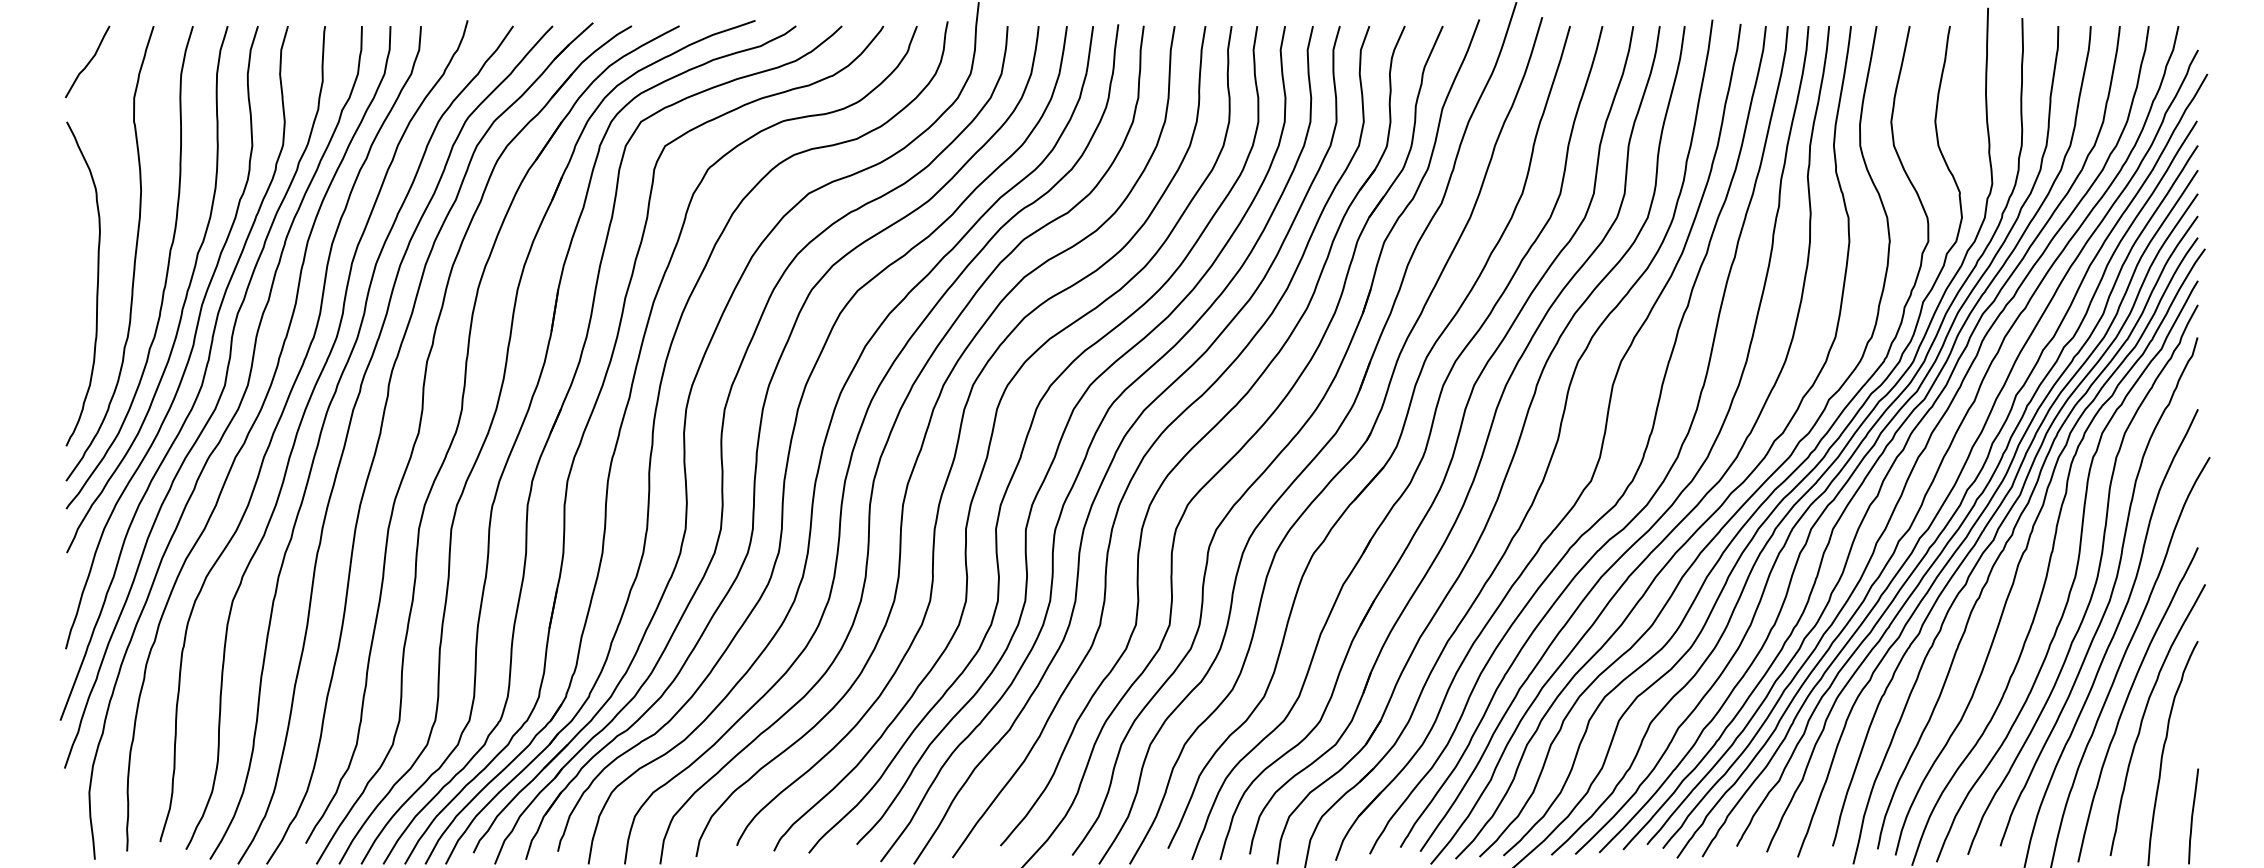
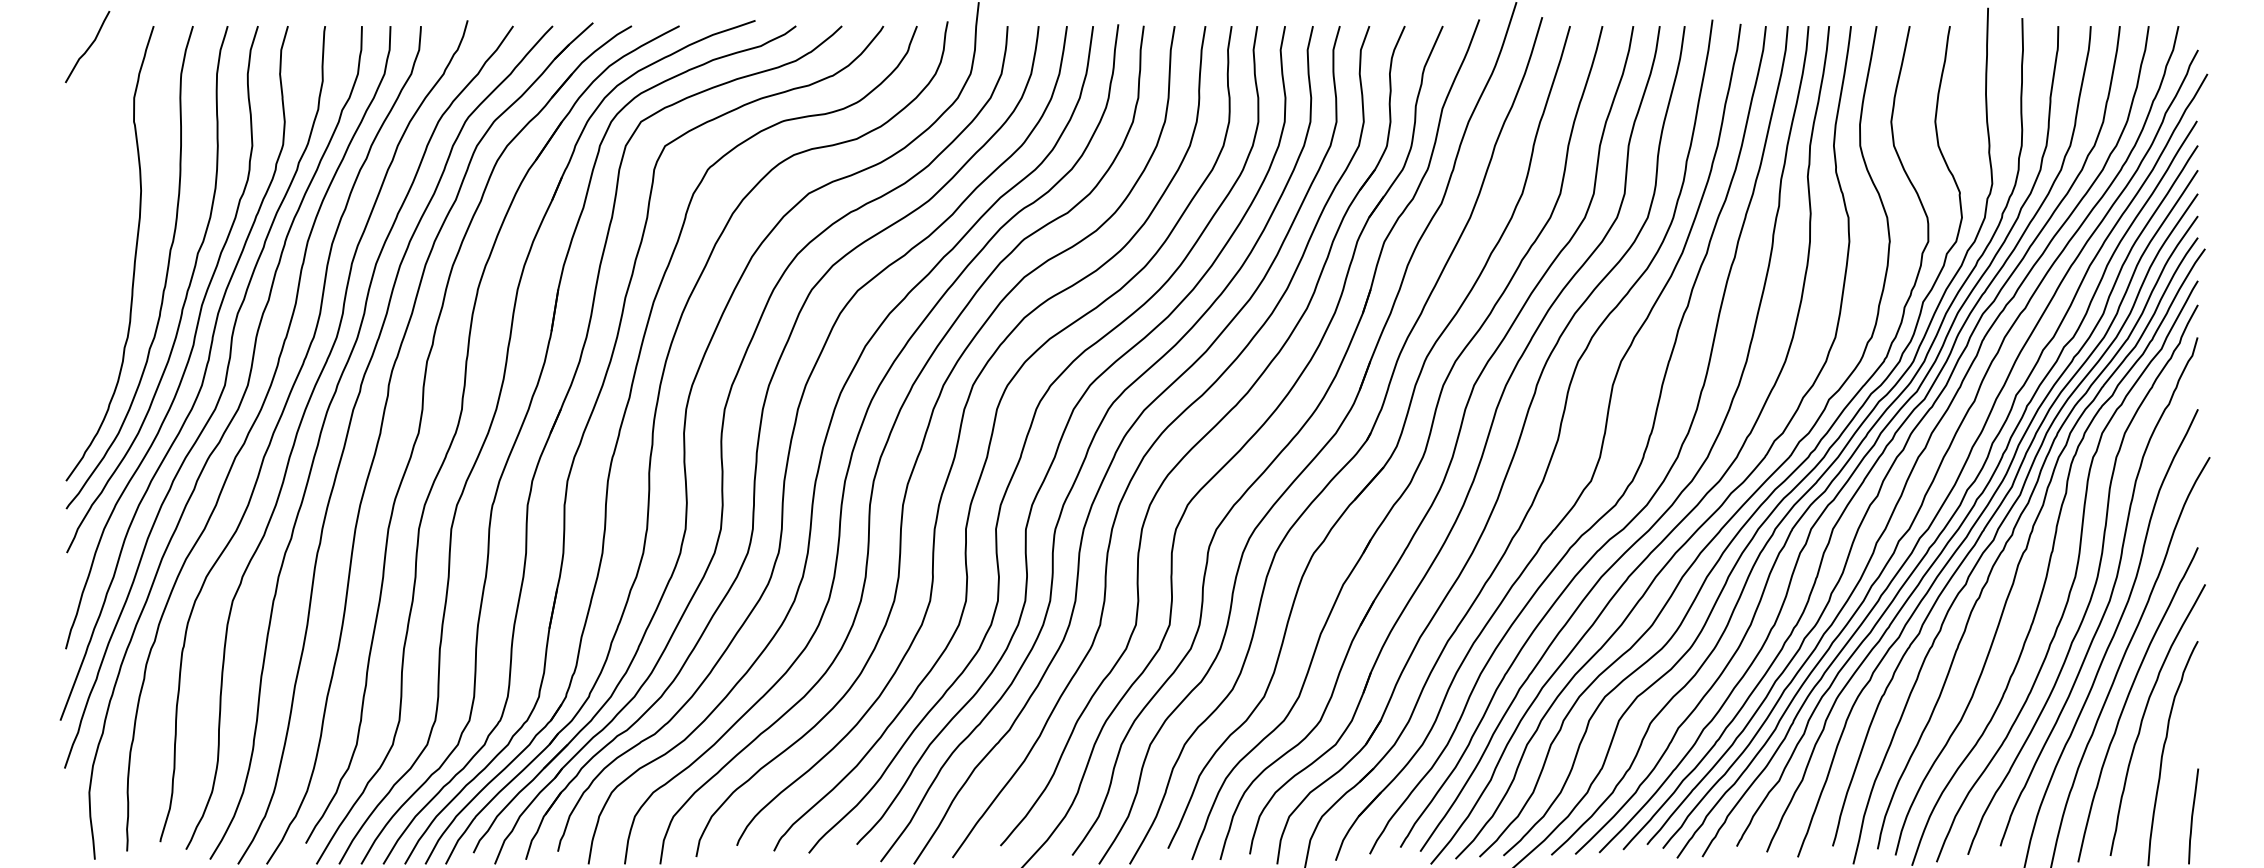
curve at (88, 62) position: (88, 62) -> (88, 47)
curve at (96, 286): present -> none
